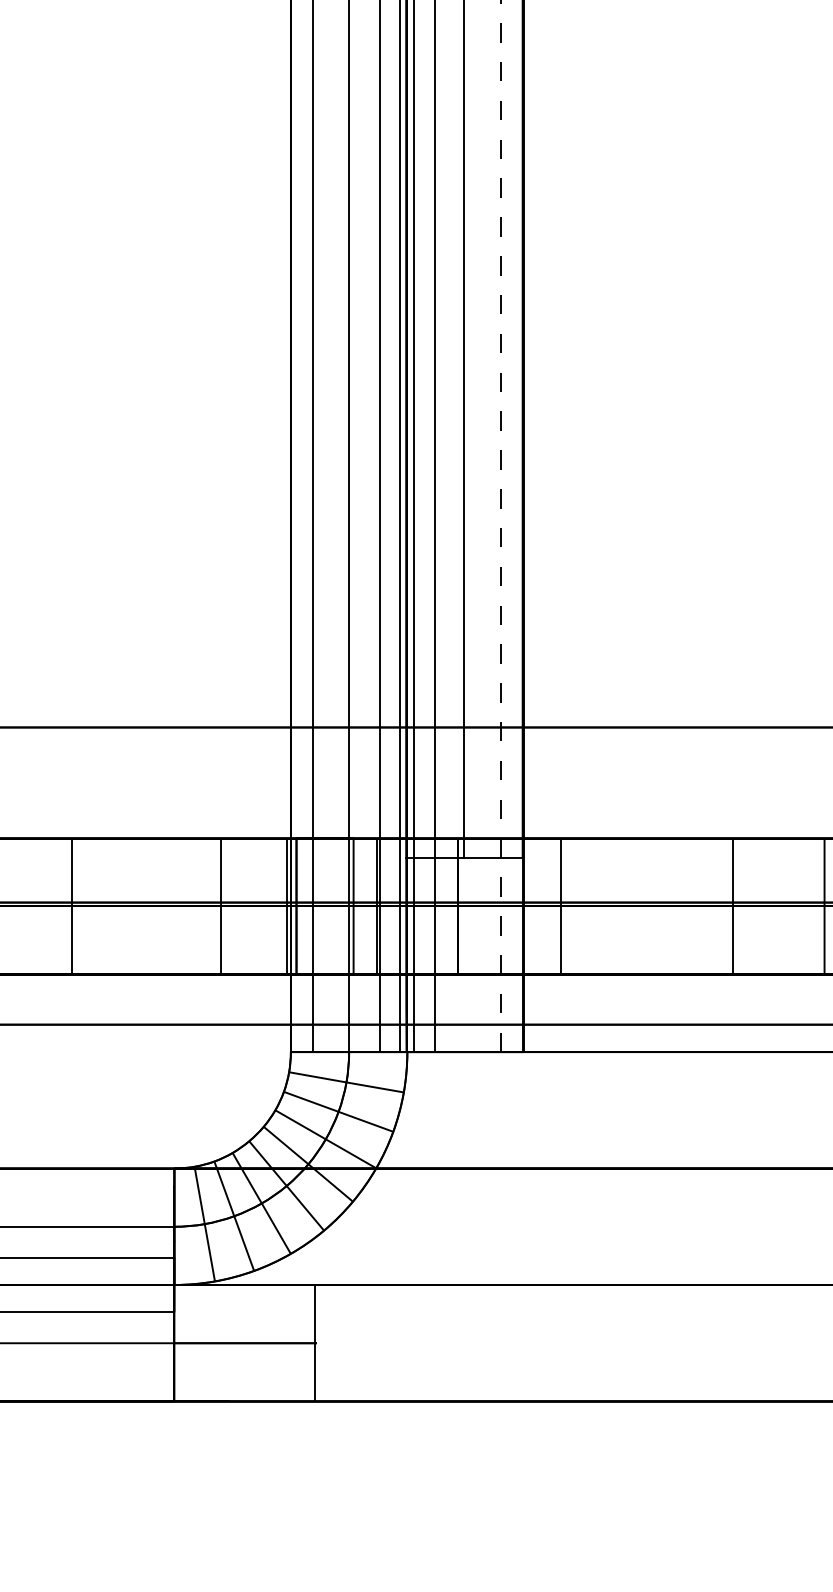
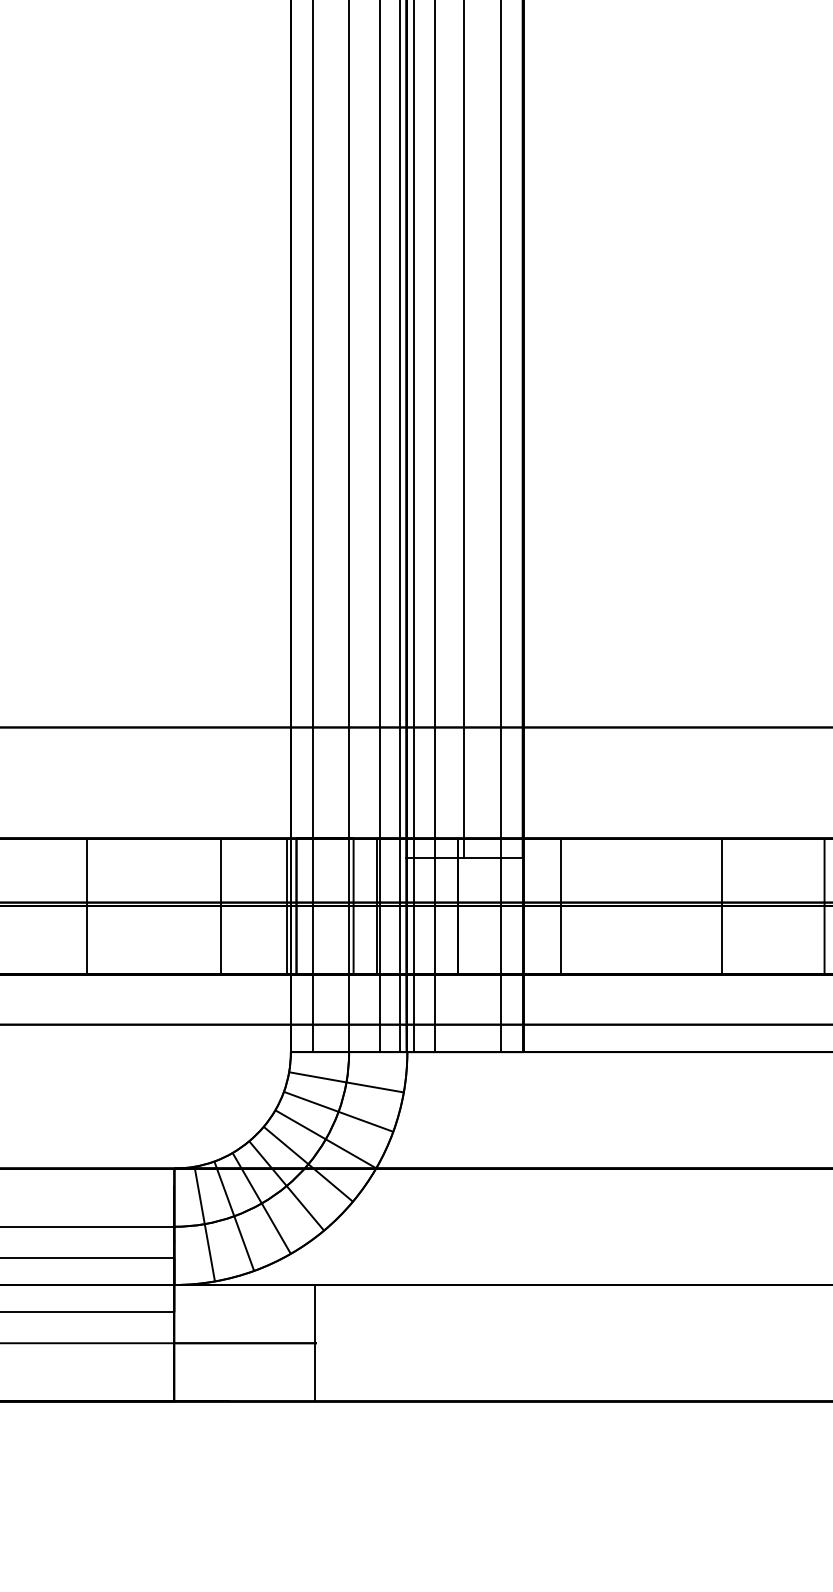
line at (501, 526): dashed -> solid
line at (72, 906) position: (72, 906) -> (87, 906)
line at (733, 906) position: (733, 906) -> (722, 906)
